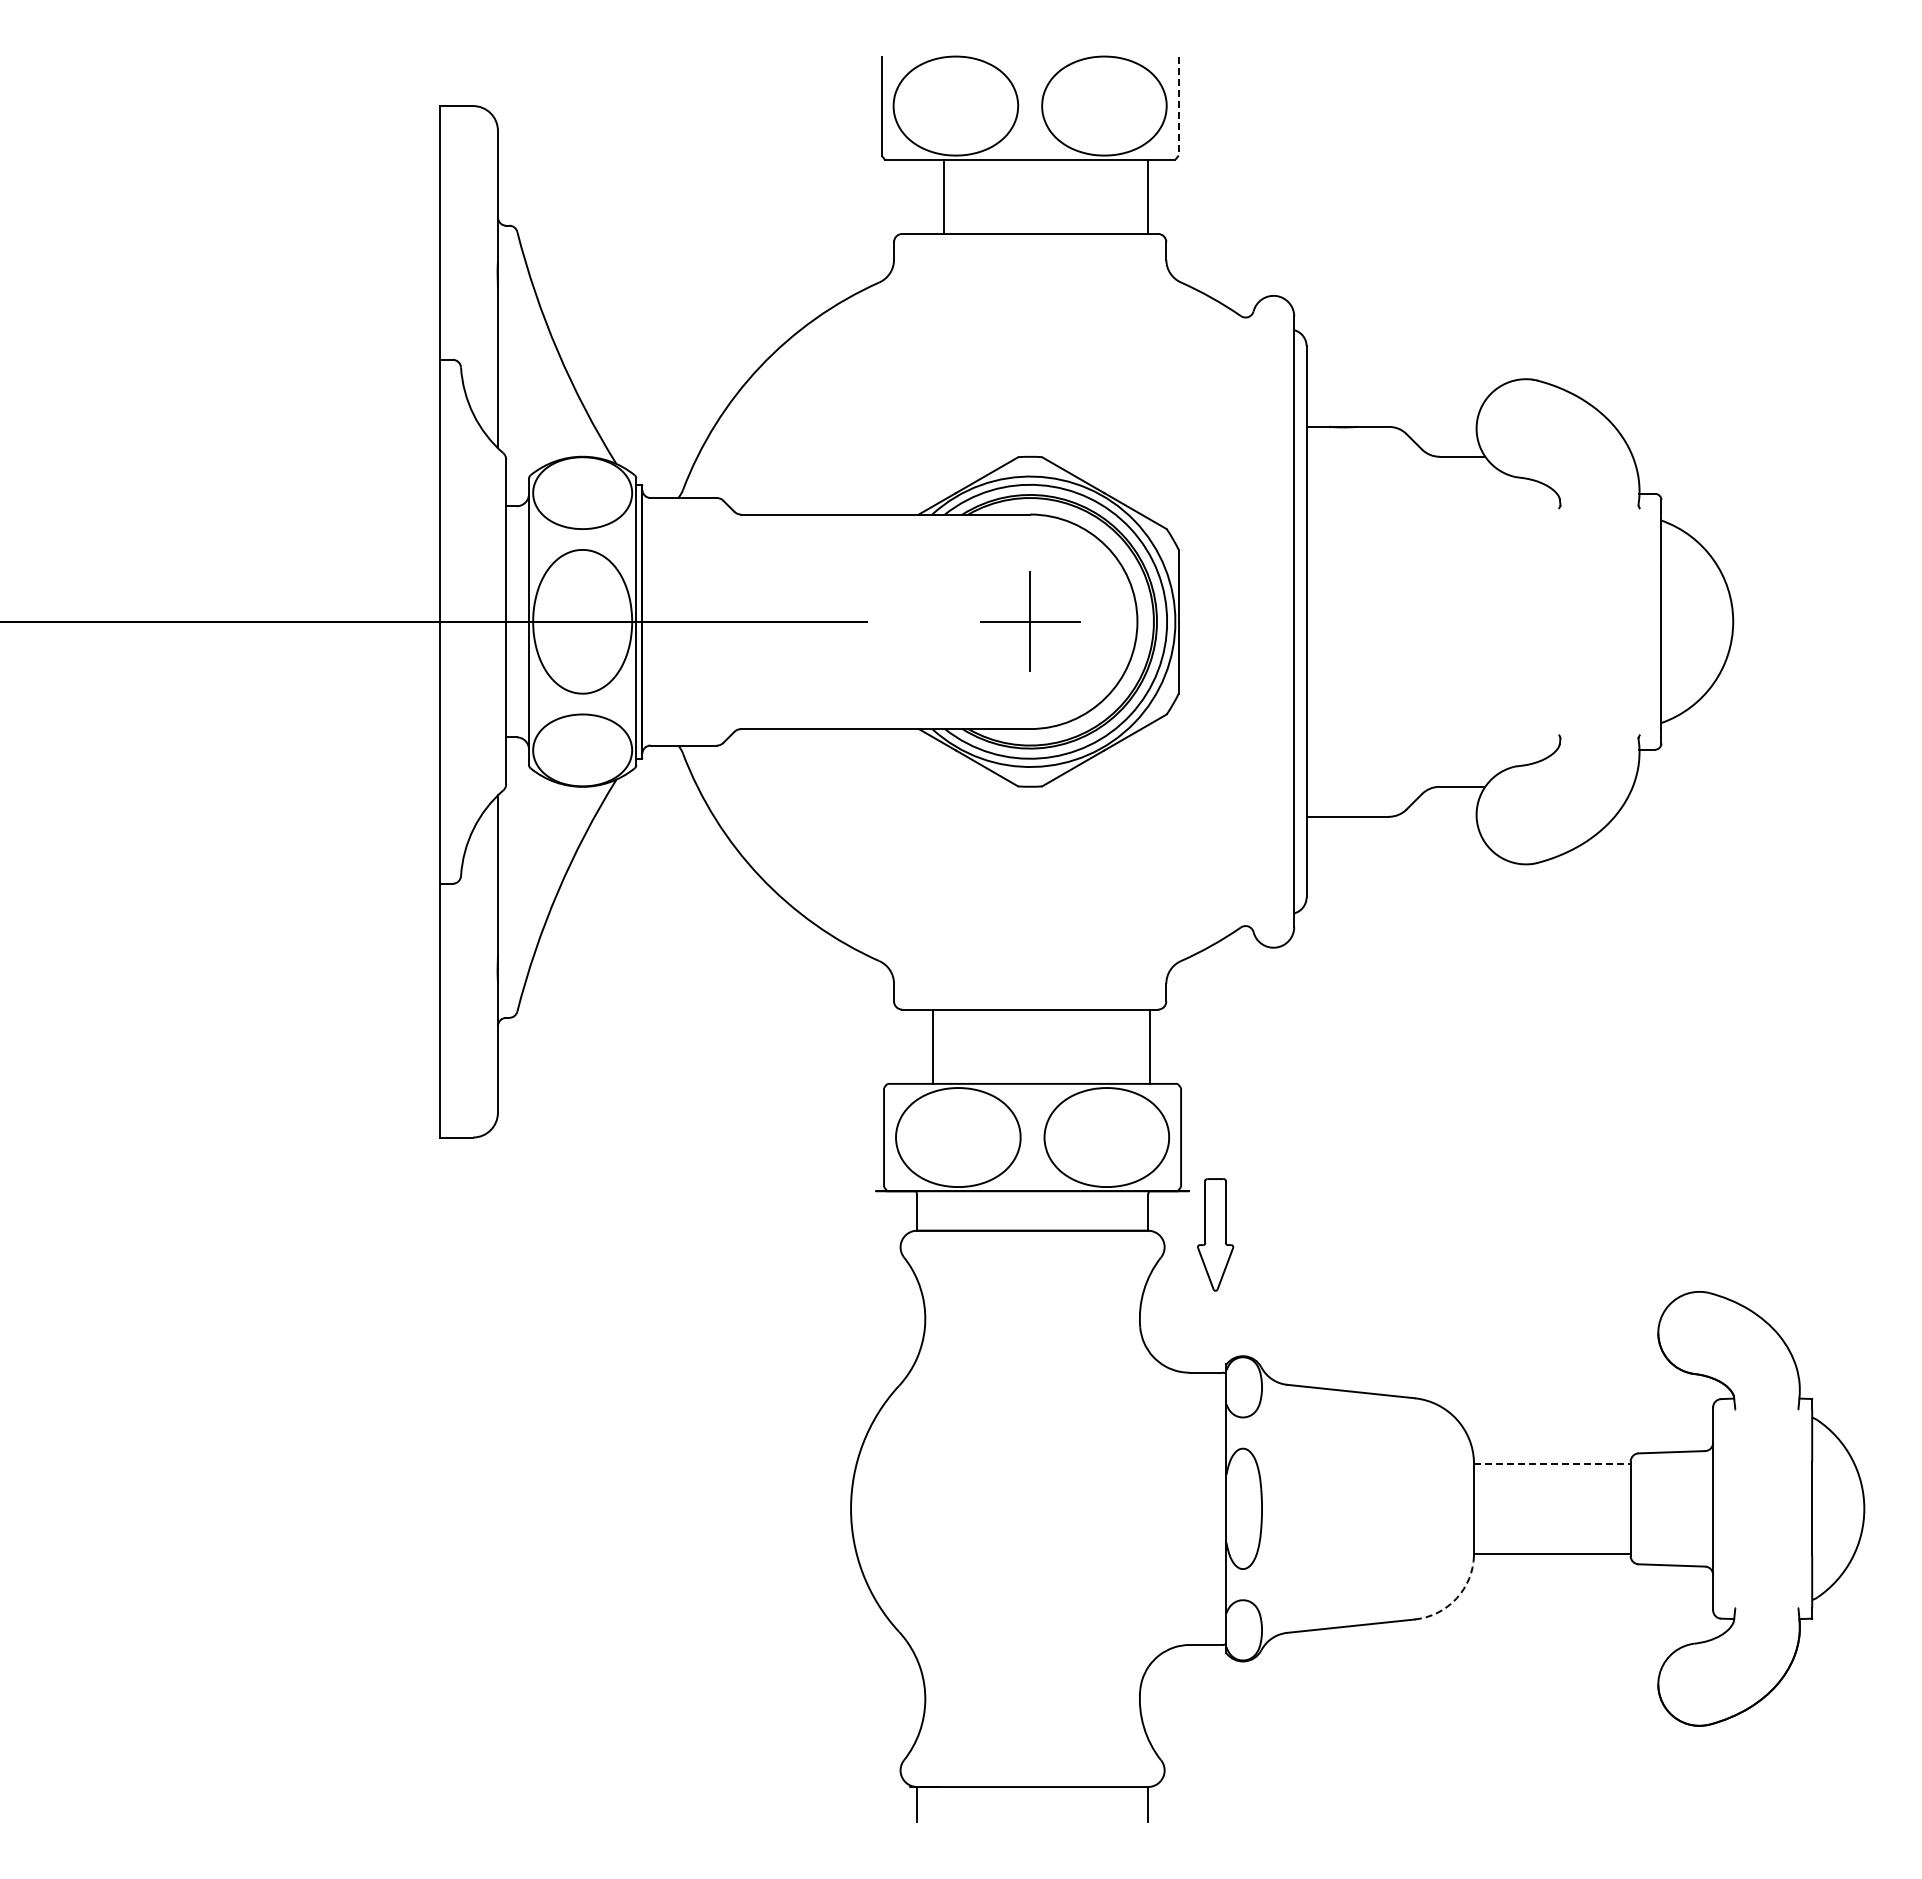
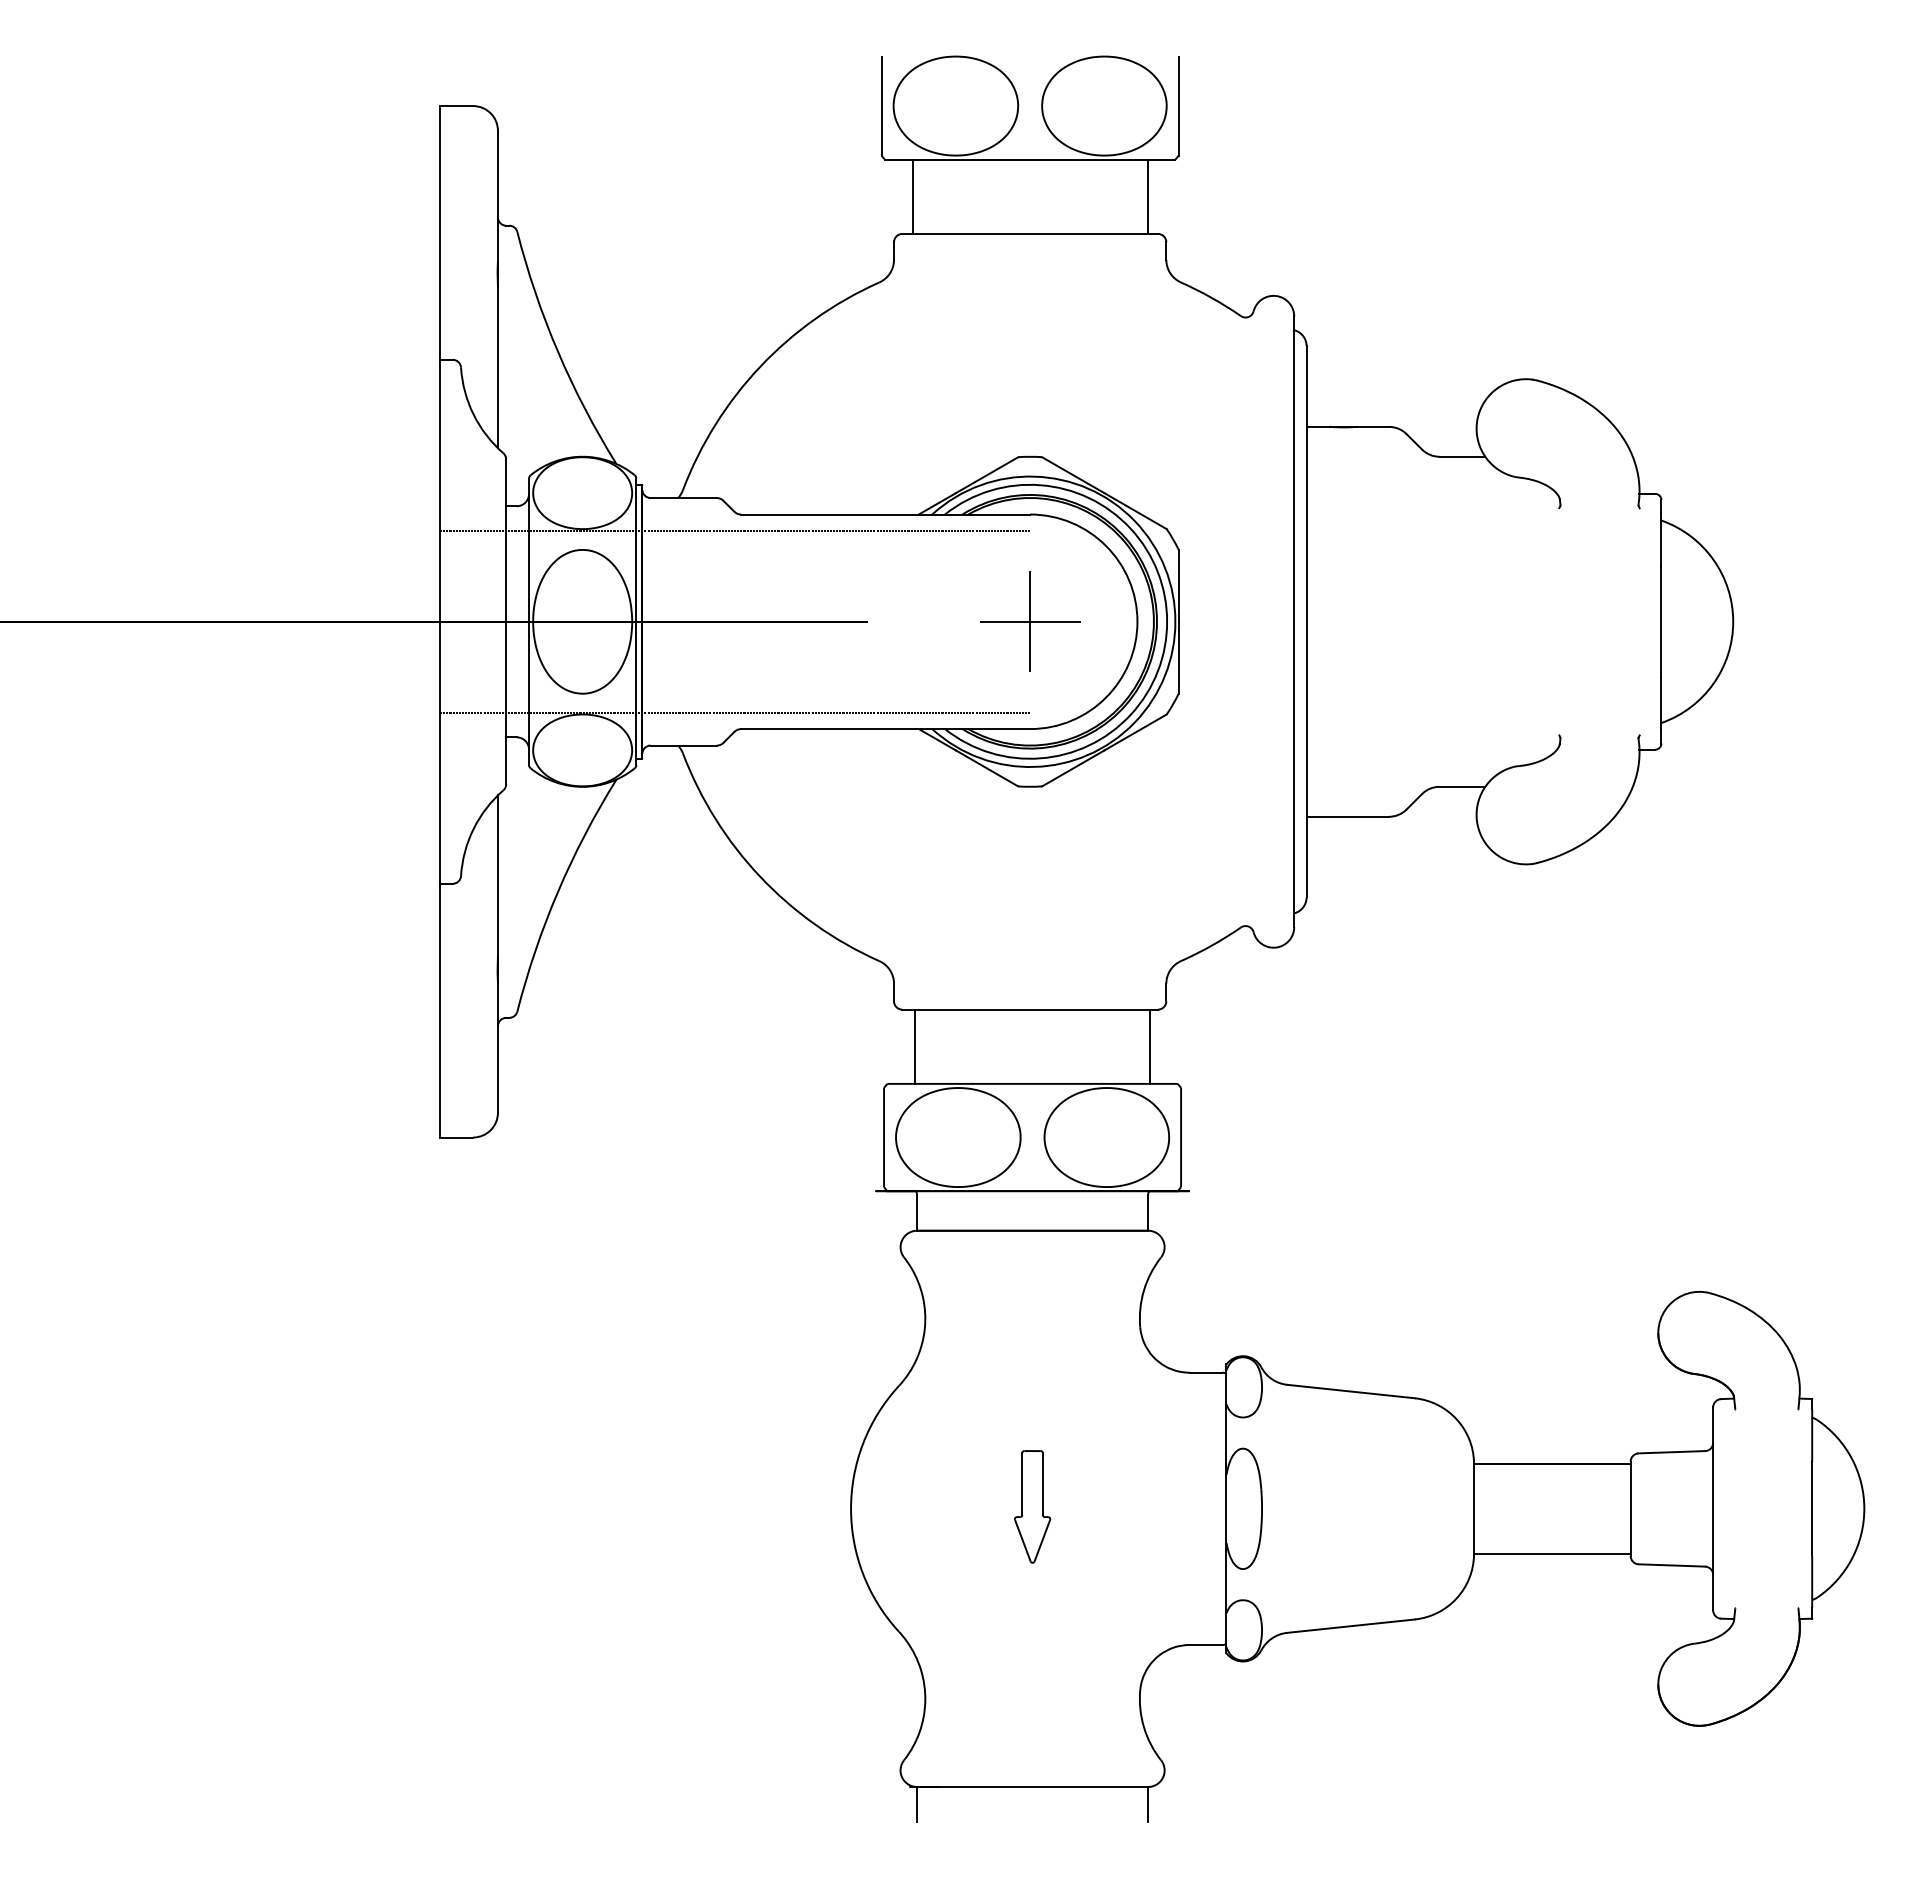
line at (1178, 106): dashed -> solid
line at (943, 196) position: (943, 196) -> (912, 196)
line at (735, 531): none -> present
line at (735, 712): none -> present
line at (932, 1046) position: (932, 1046) -> (914, 1046)
part at (1215, 1234) position: (1215, 1234) -> (1032, 1506)
line at (1552, 1463): dashed -> solid
arc at (1456, 1598): dashed -> solid
